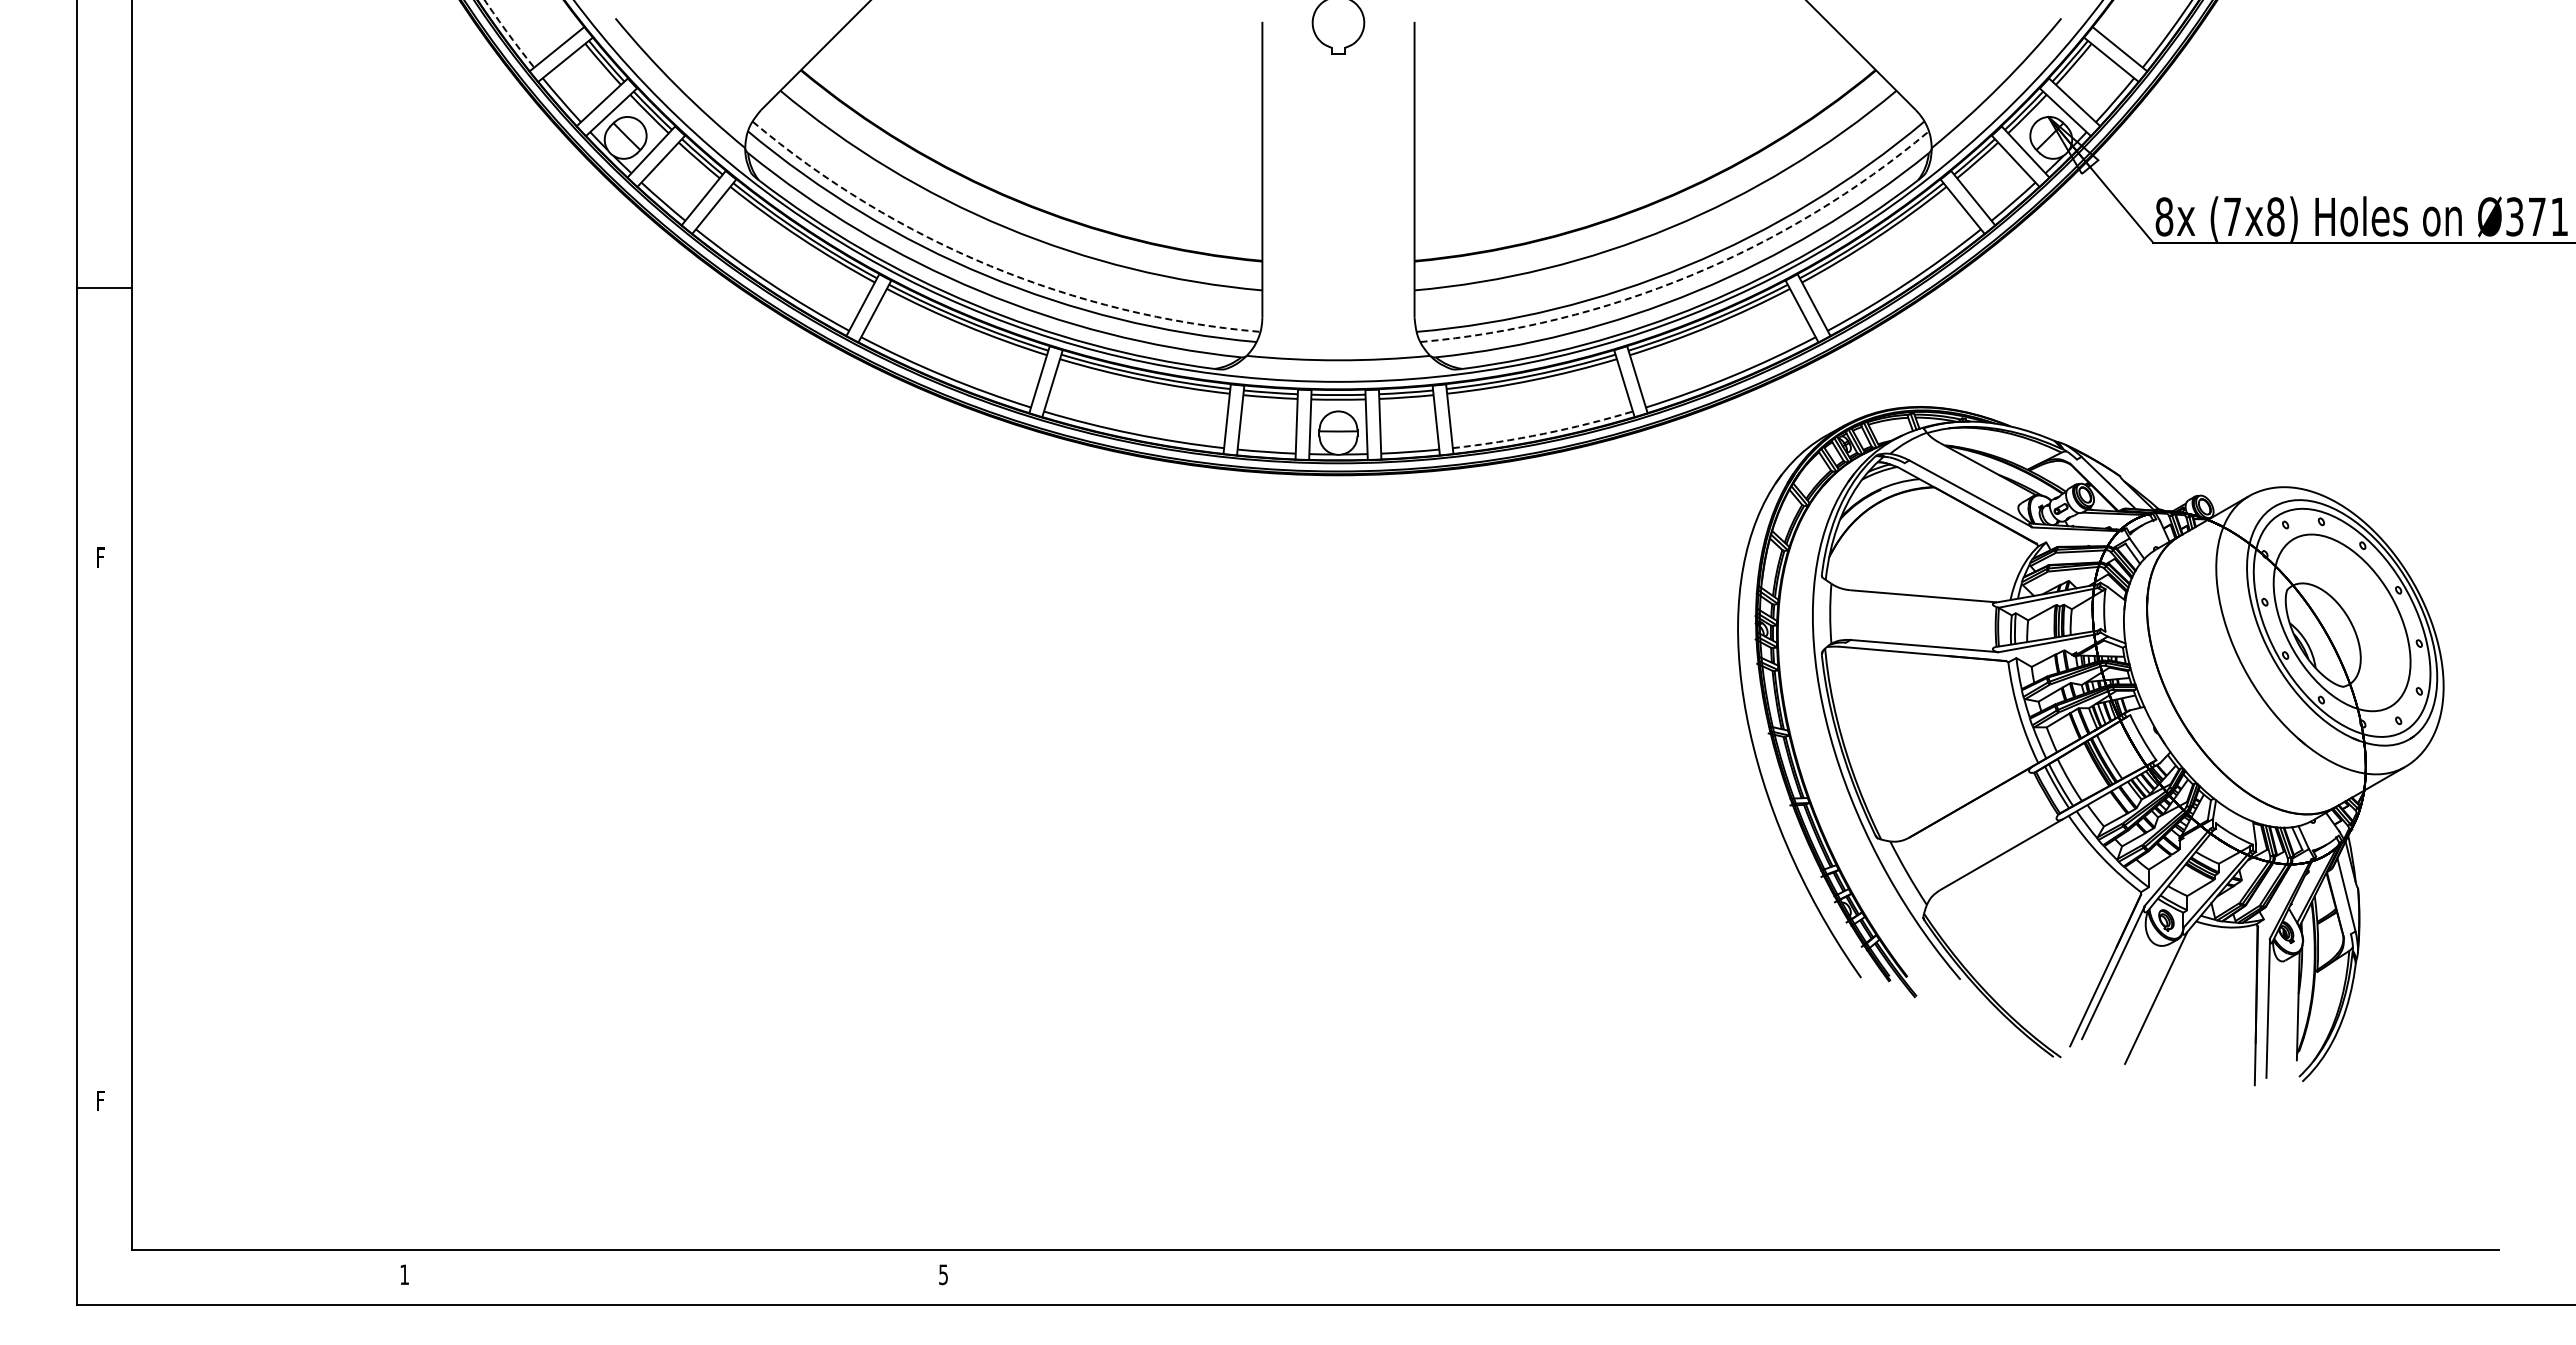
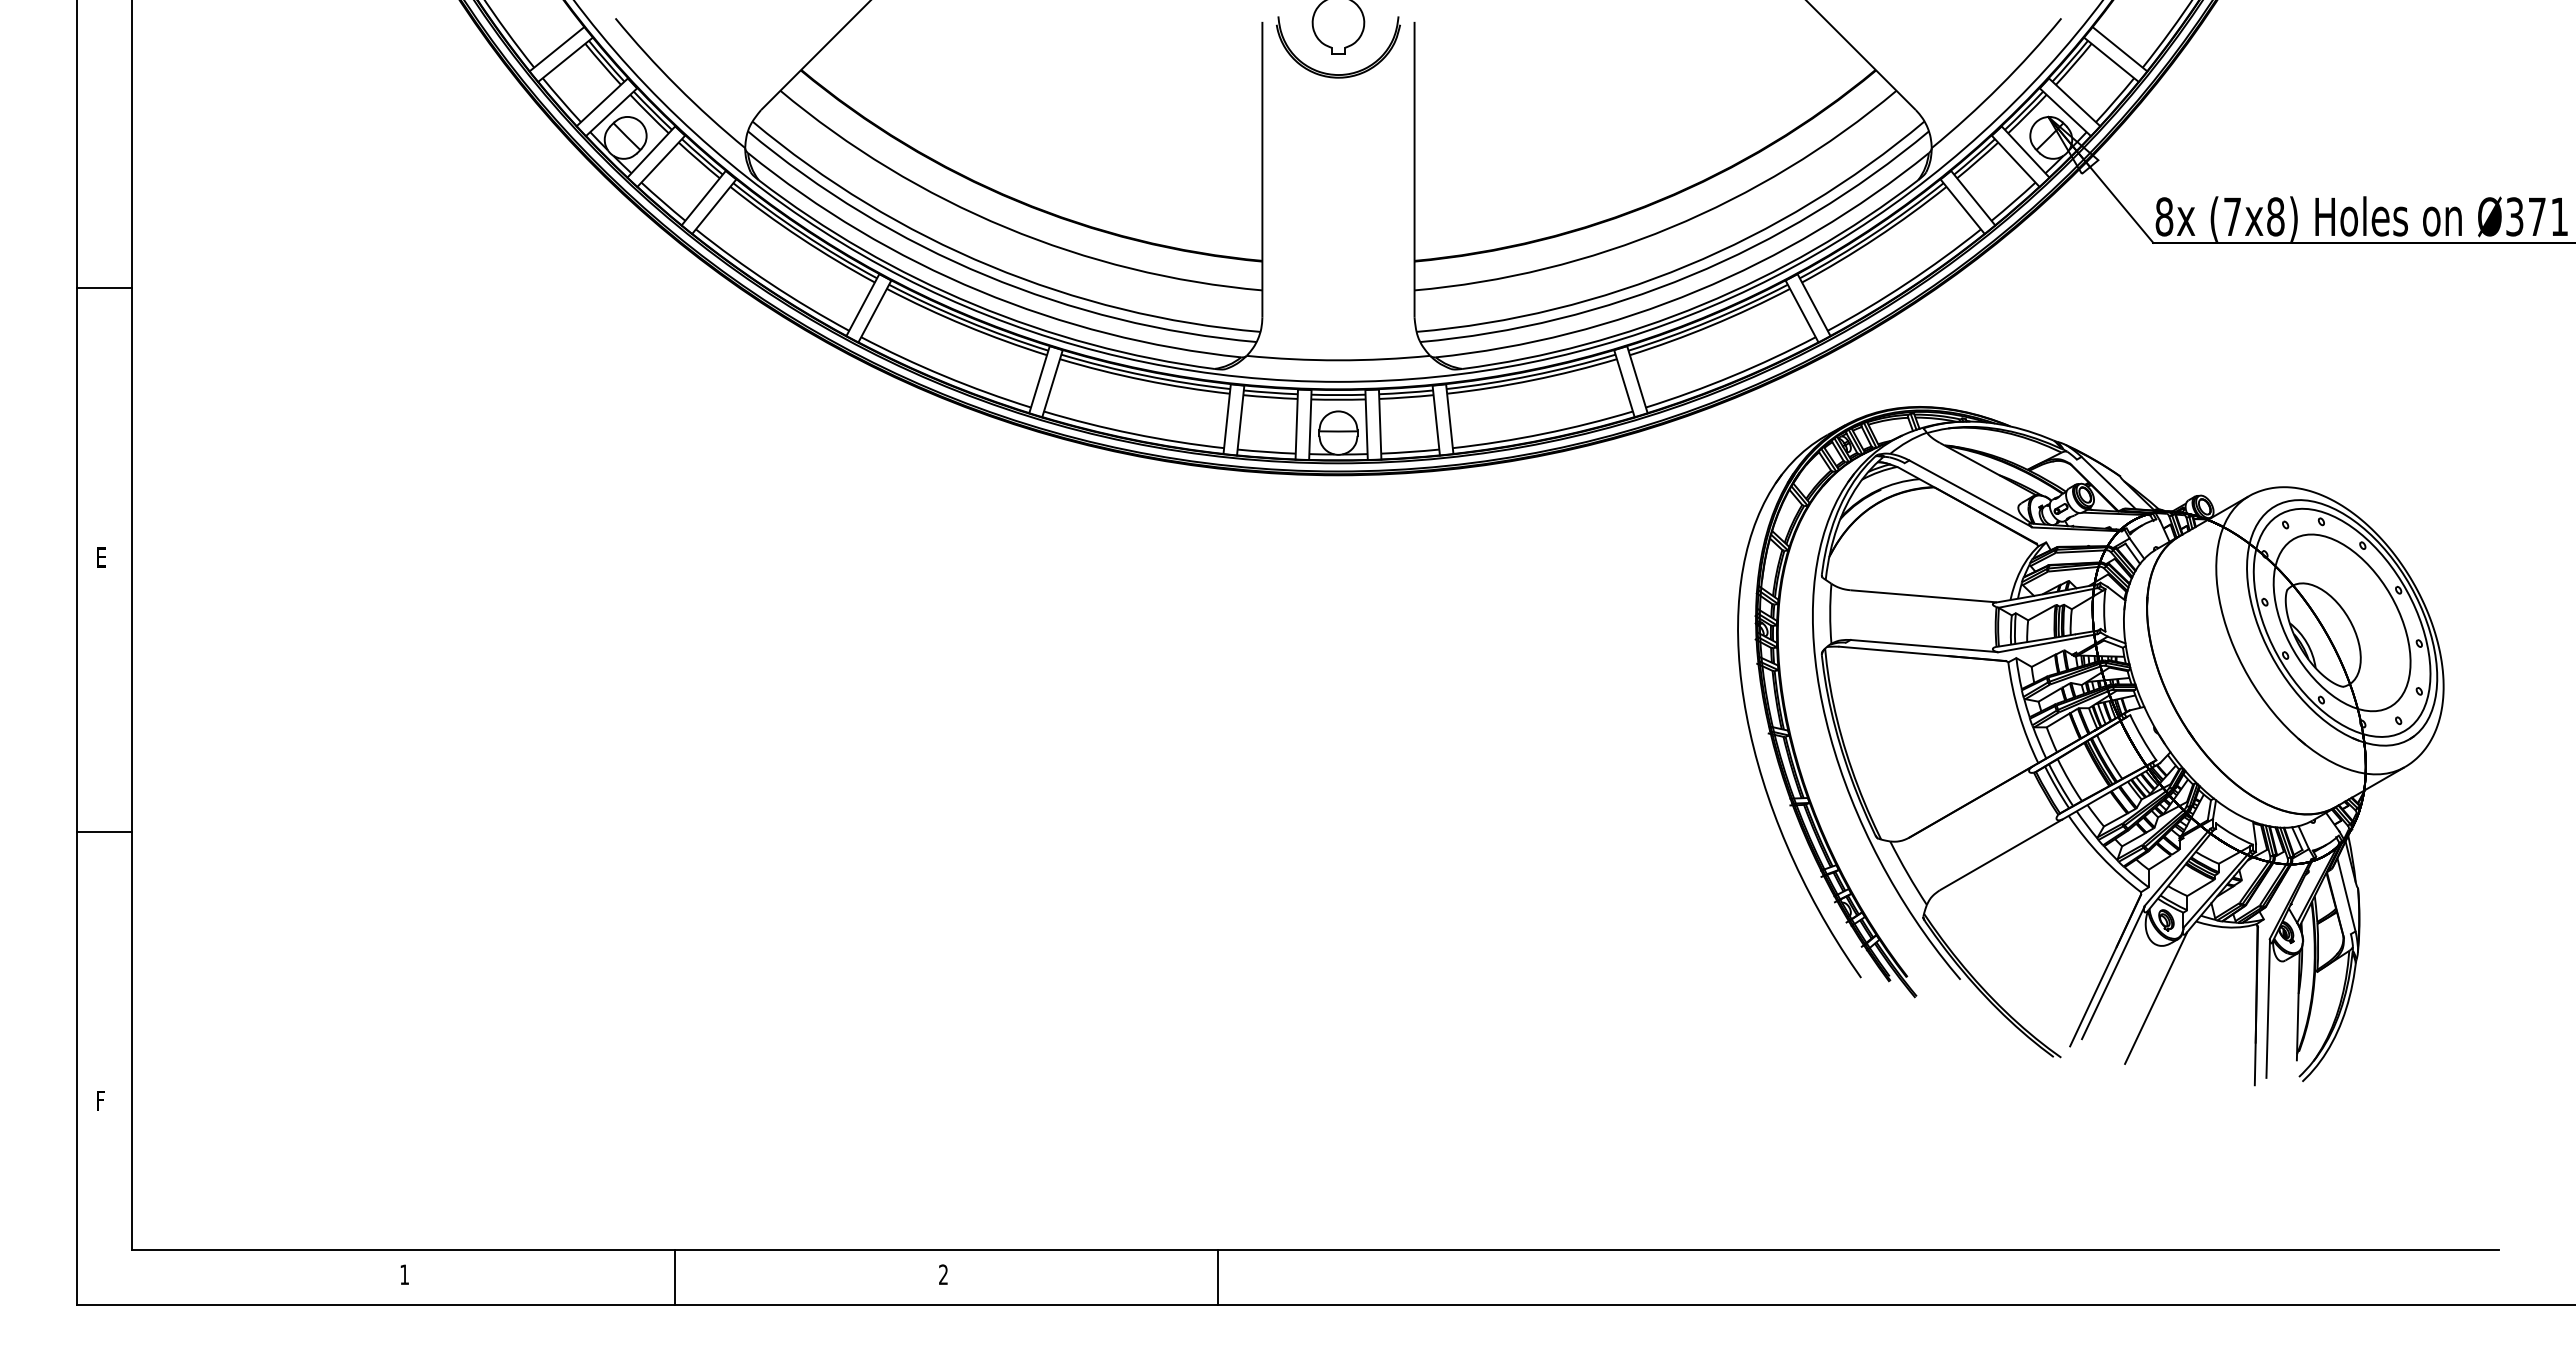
arc at (509, 34): dashed -> solid
part at (1333, 73): none -> present
arc at (990, 266): dashed -> solid
arc at (1690, 275): dashed -> solid
arc at (1543, 433): dashed -> solid
text at (102, 557): F -> E
line at (104, 831): none -> present
text at (943, 1274): 5 -> 2
line at (675, 1277): none -> present
line at (1218, 1277): none -> present
